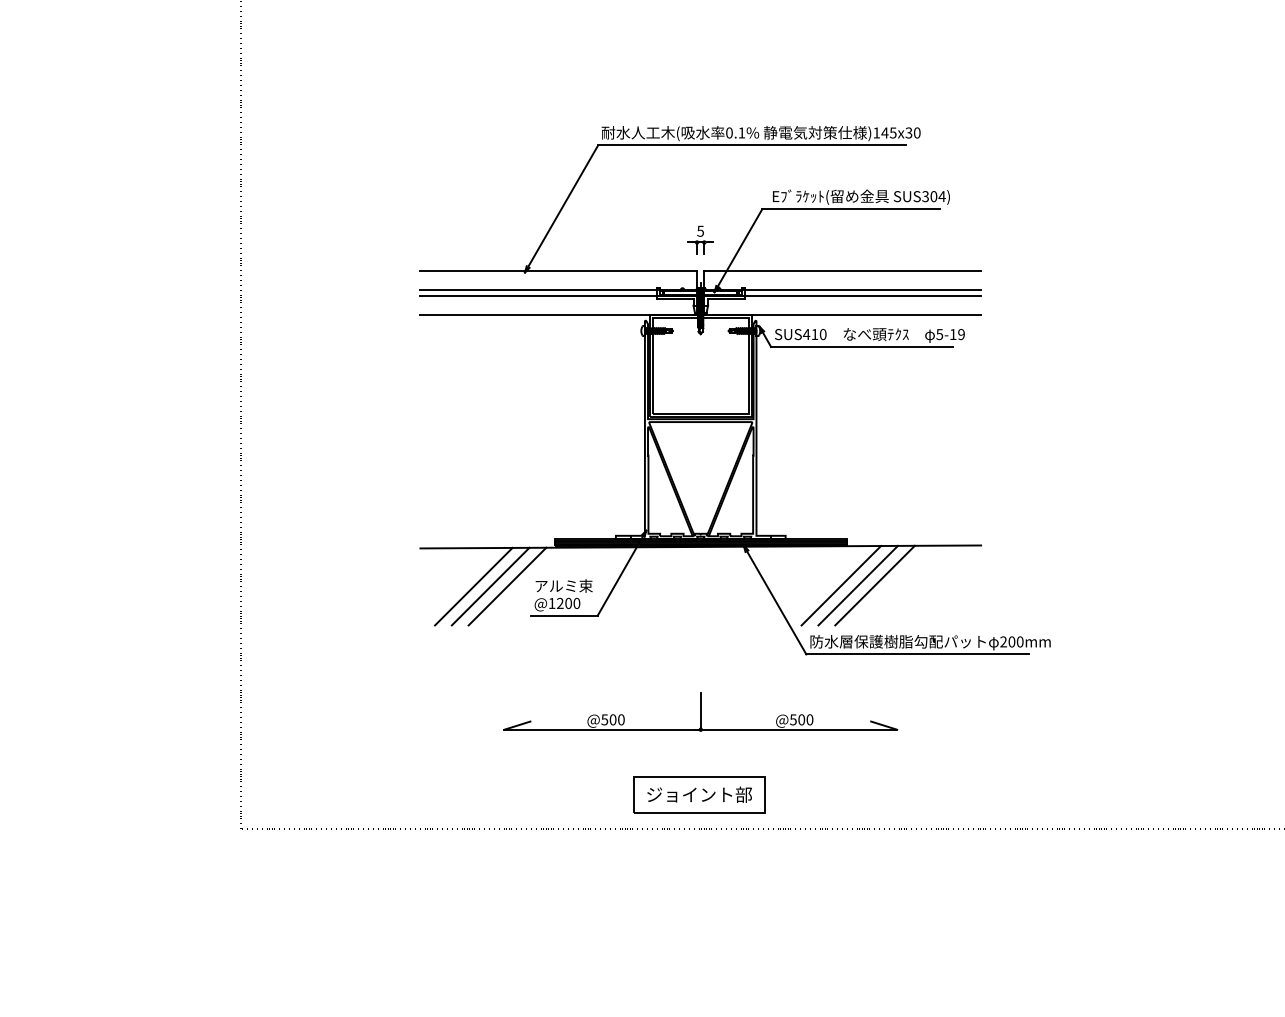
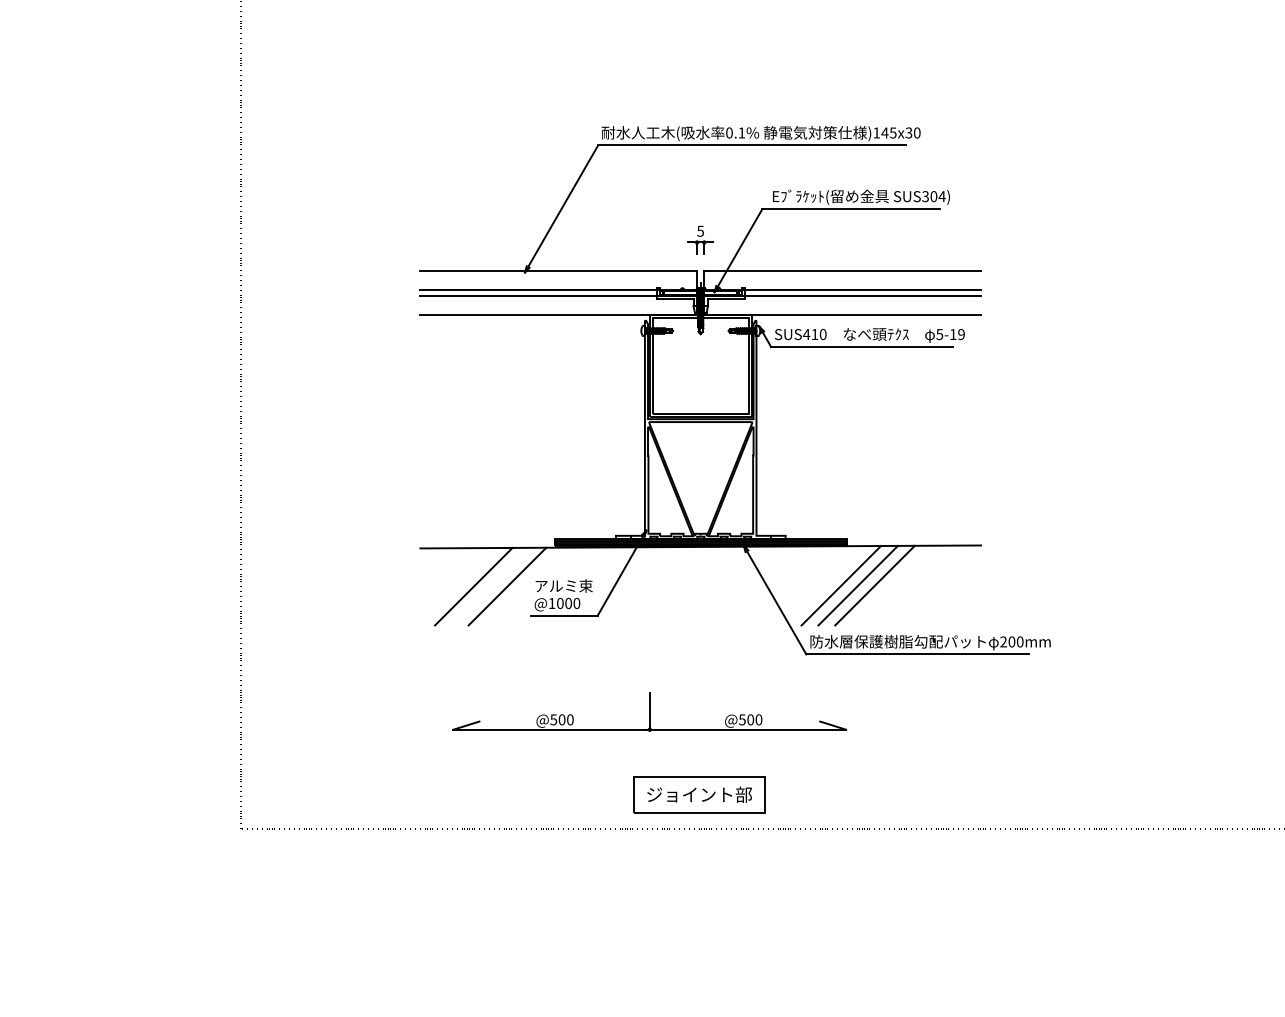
line at (490, 586): present -> none
text at (560, 603): @1200 -> @1000
part at (700, 711) position: (700, 711) -> (649, 711)
